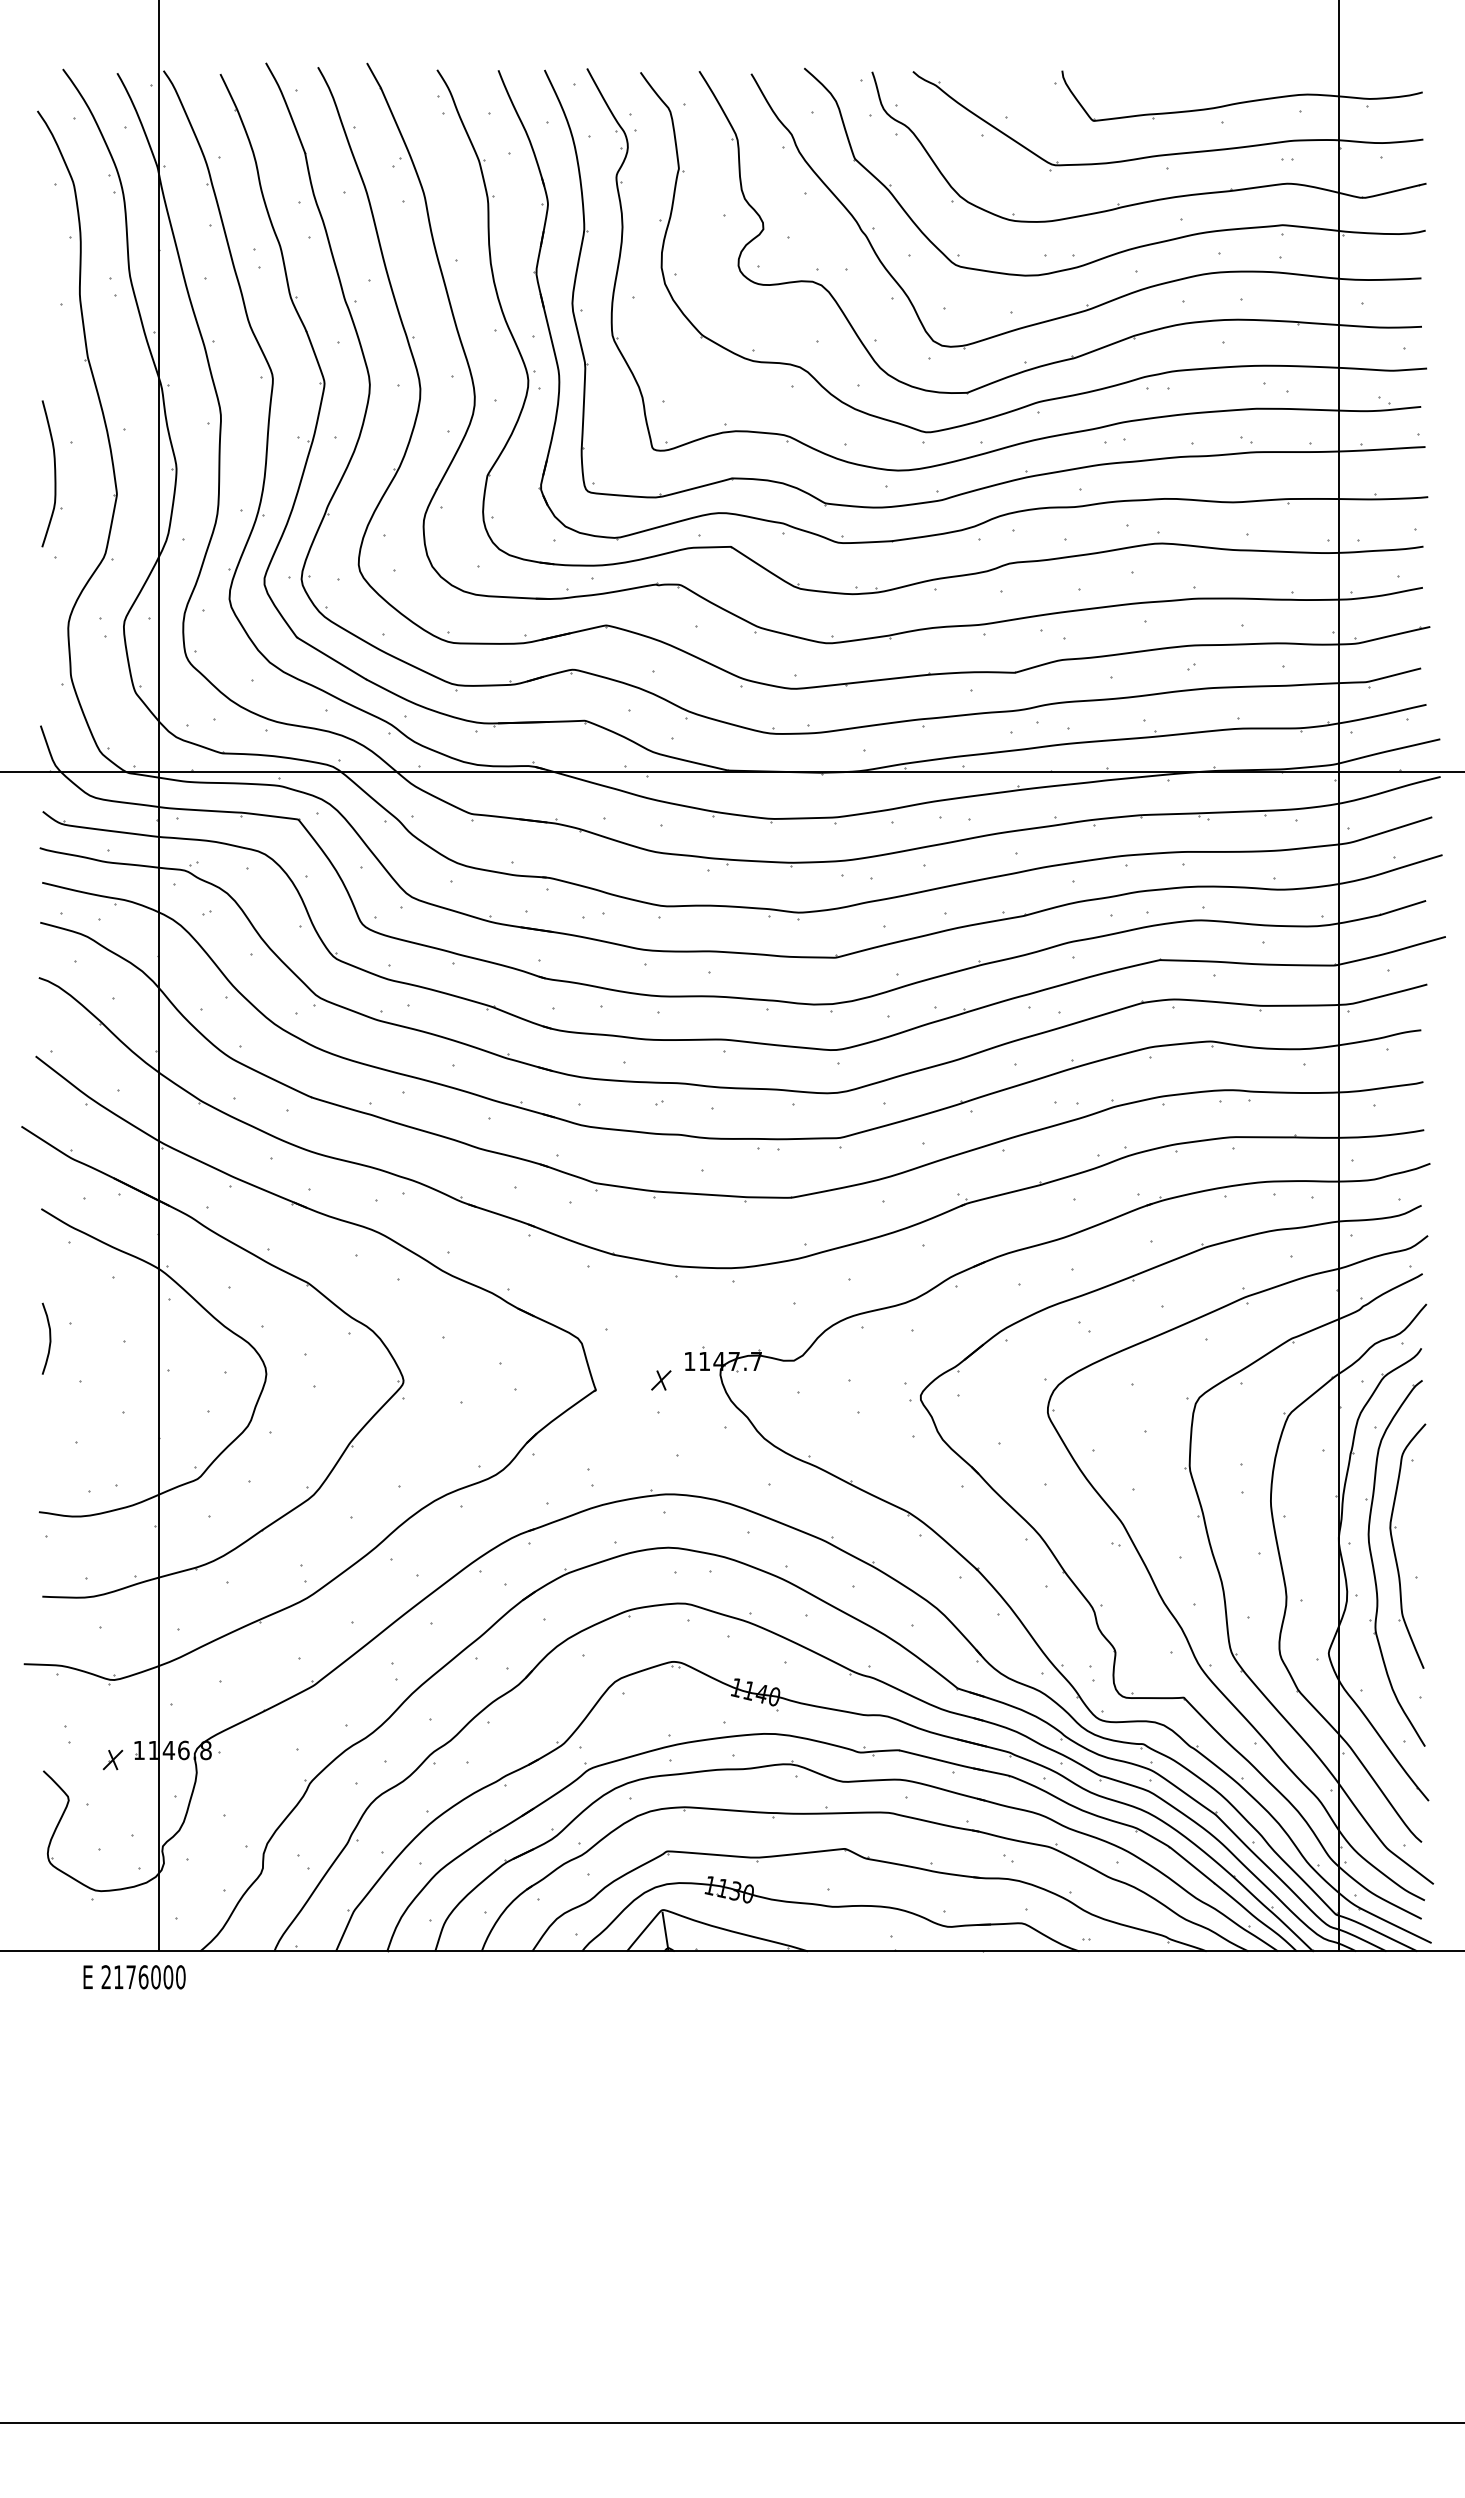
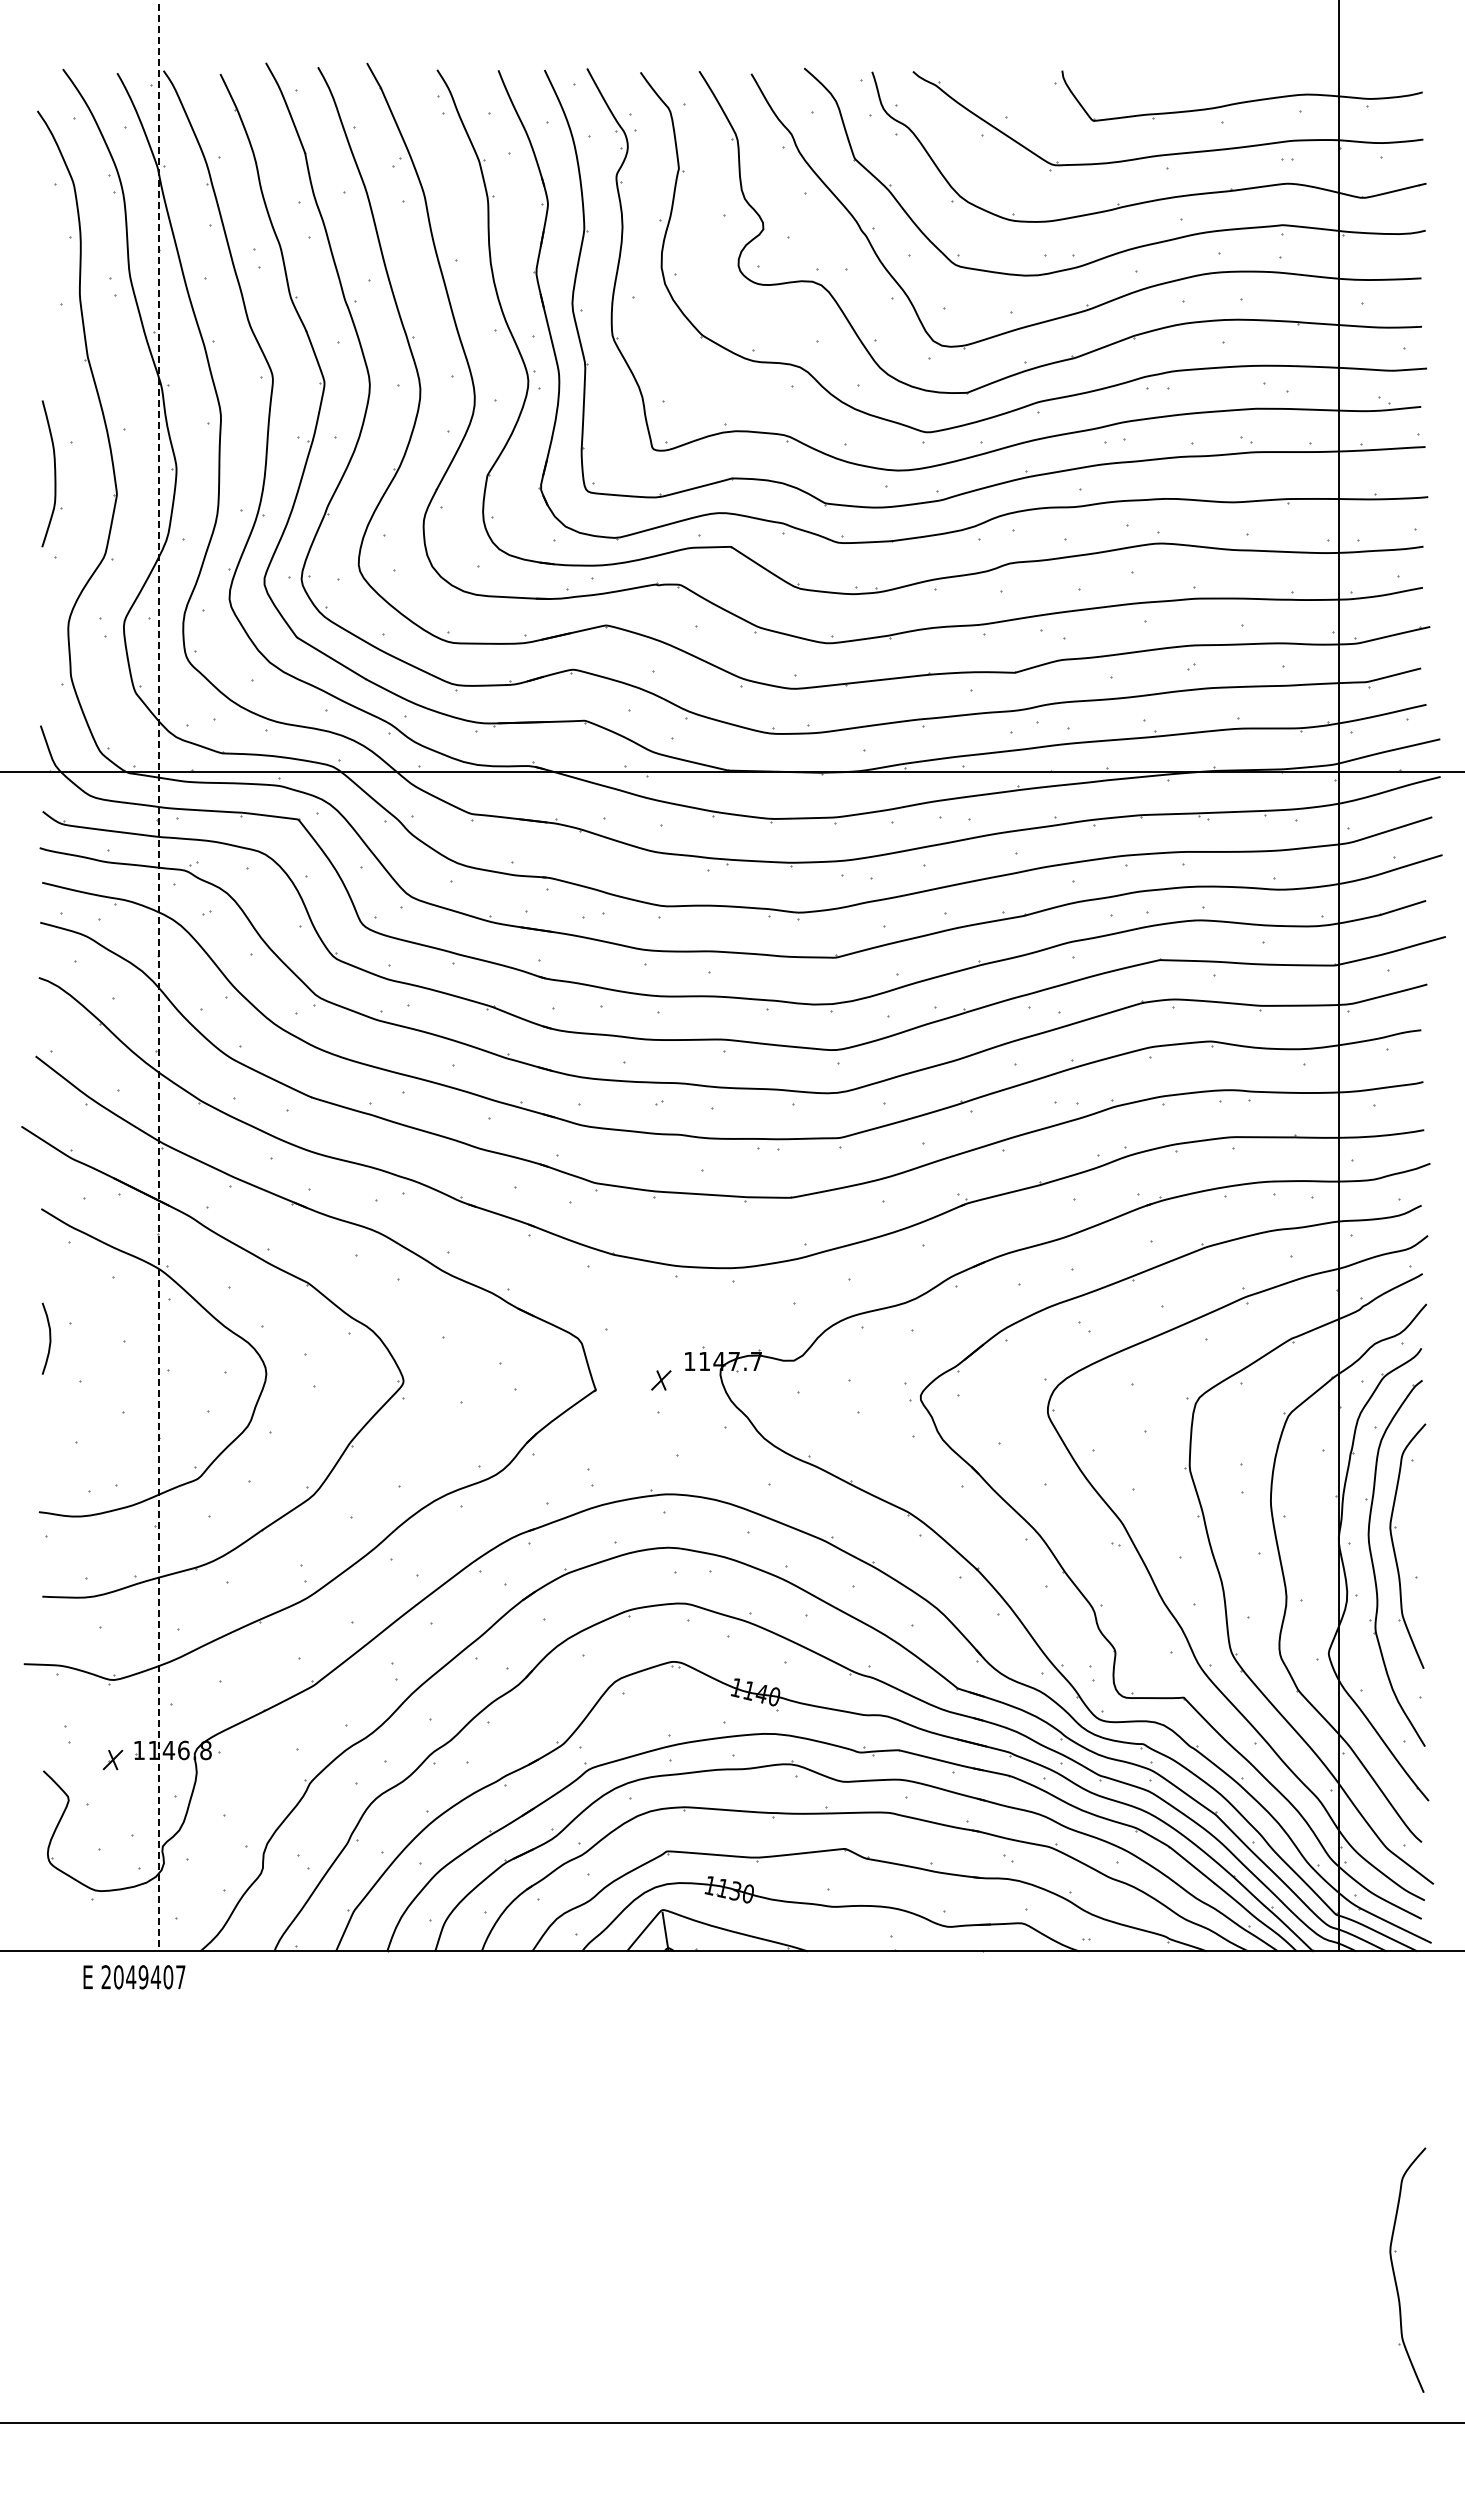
line at (159, 976): solid -> dashed
text at (149, 1977): 2176000 -> 2049407
part at (1394, 2270): none -> present
